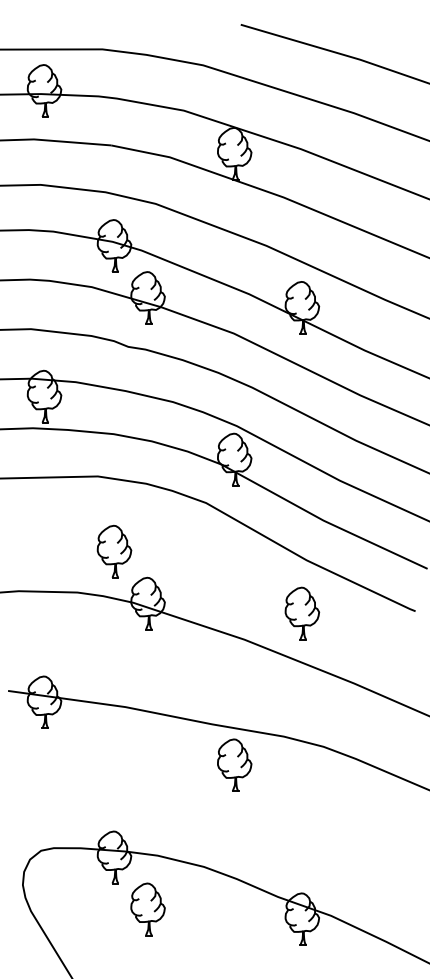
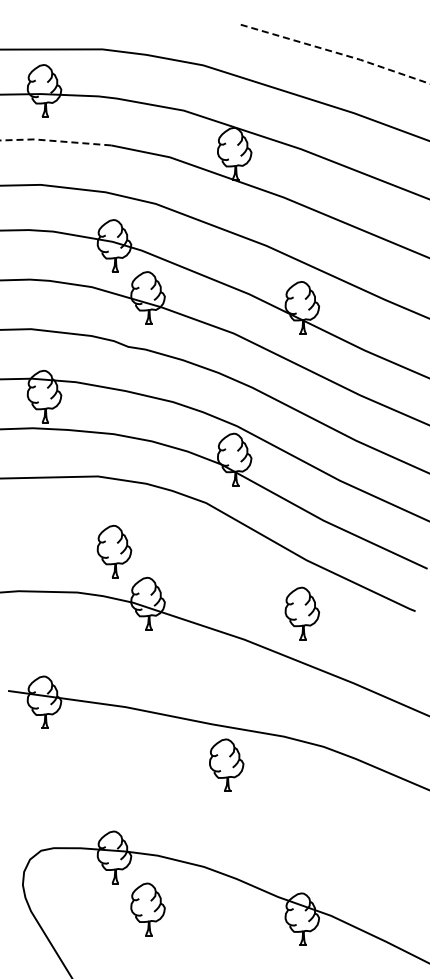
line at (336, 52): solid -> dashed
line at (54, 141): solid -> dashed
part at (234, 764) position: (234, 764) -> (226, 764)
